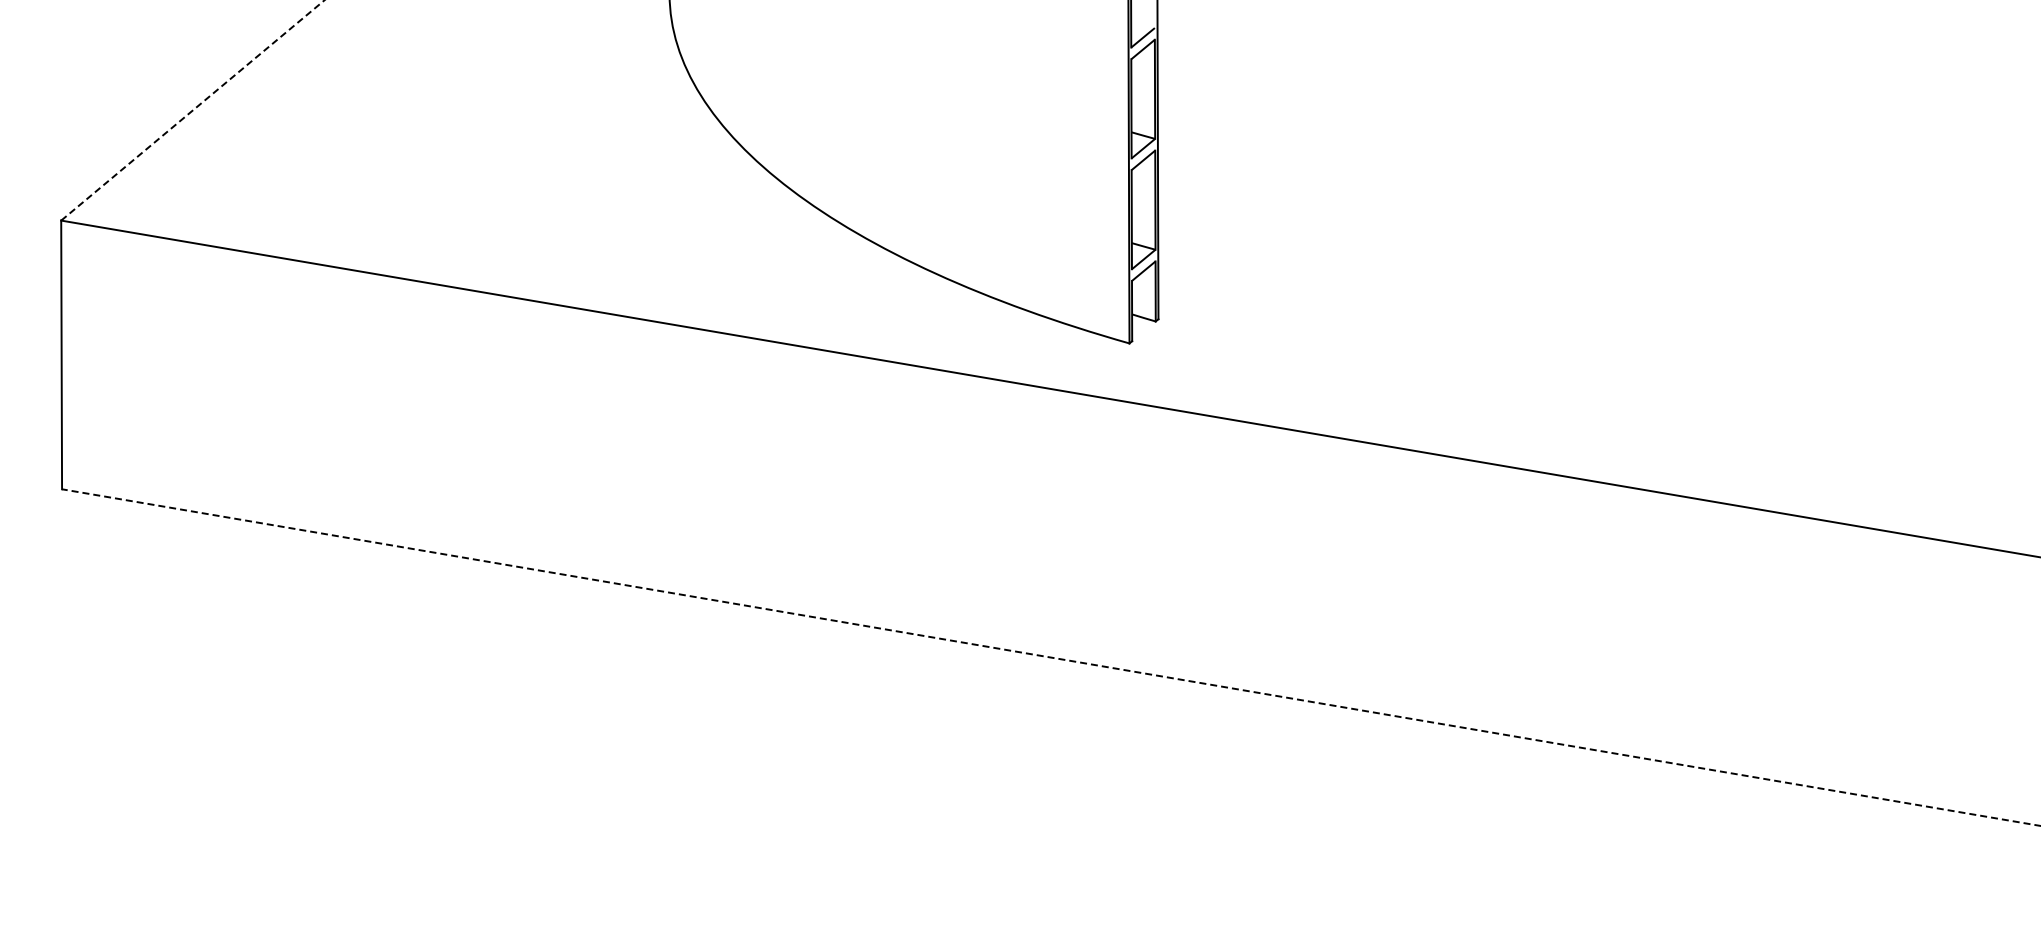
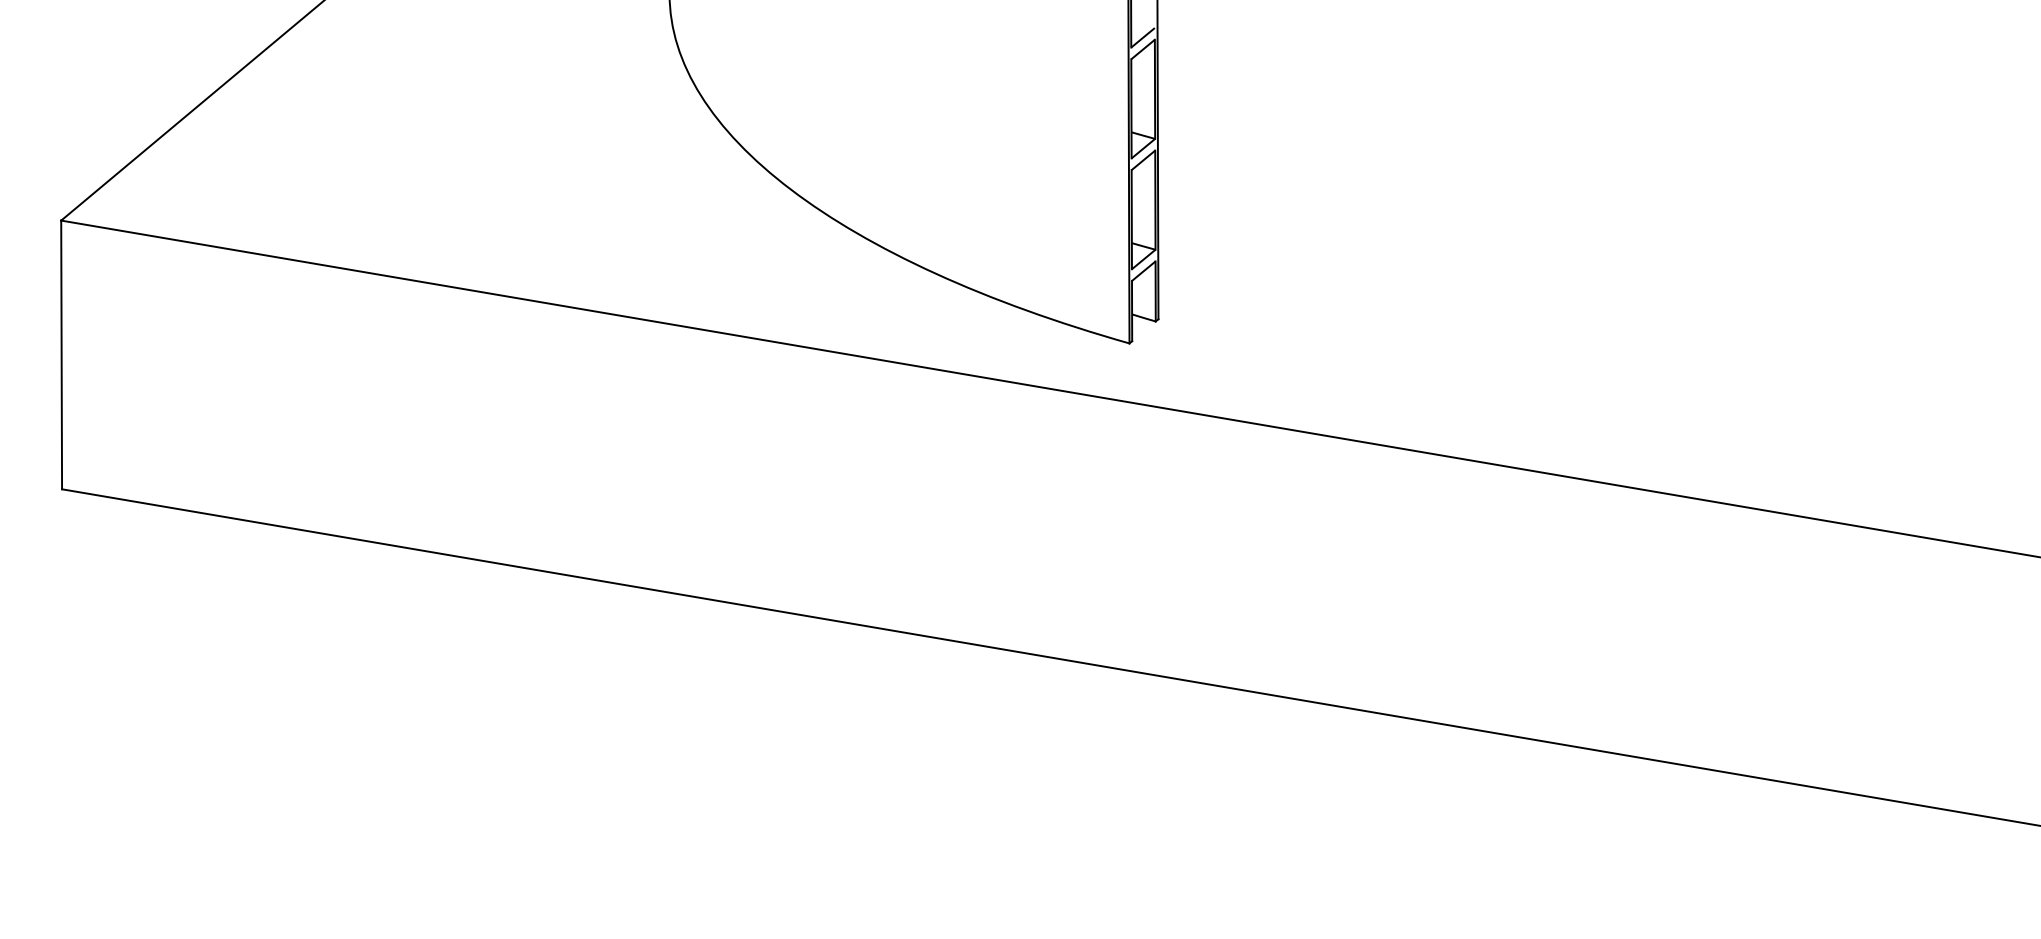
line at (193, 110): dashed -> solid
line at (1050, 657): dashed -> solid
